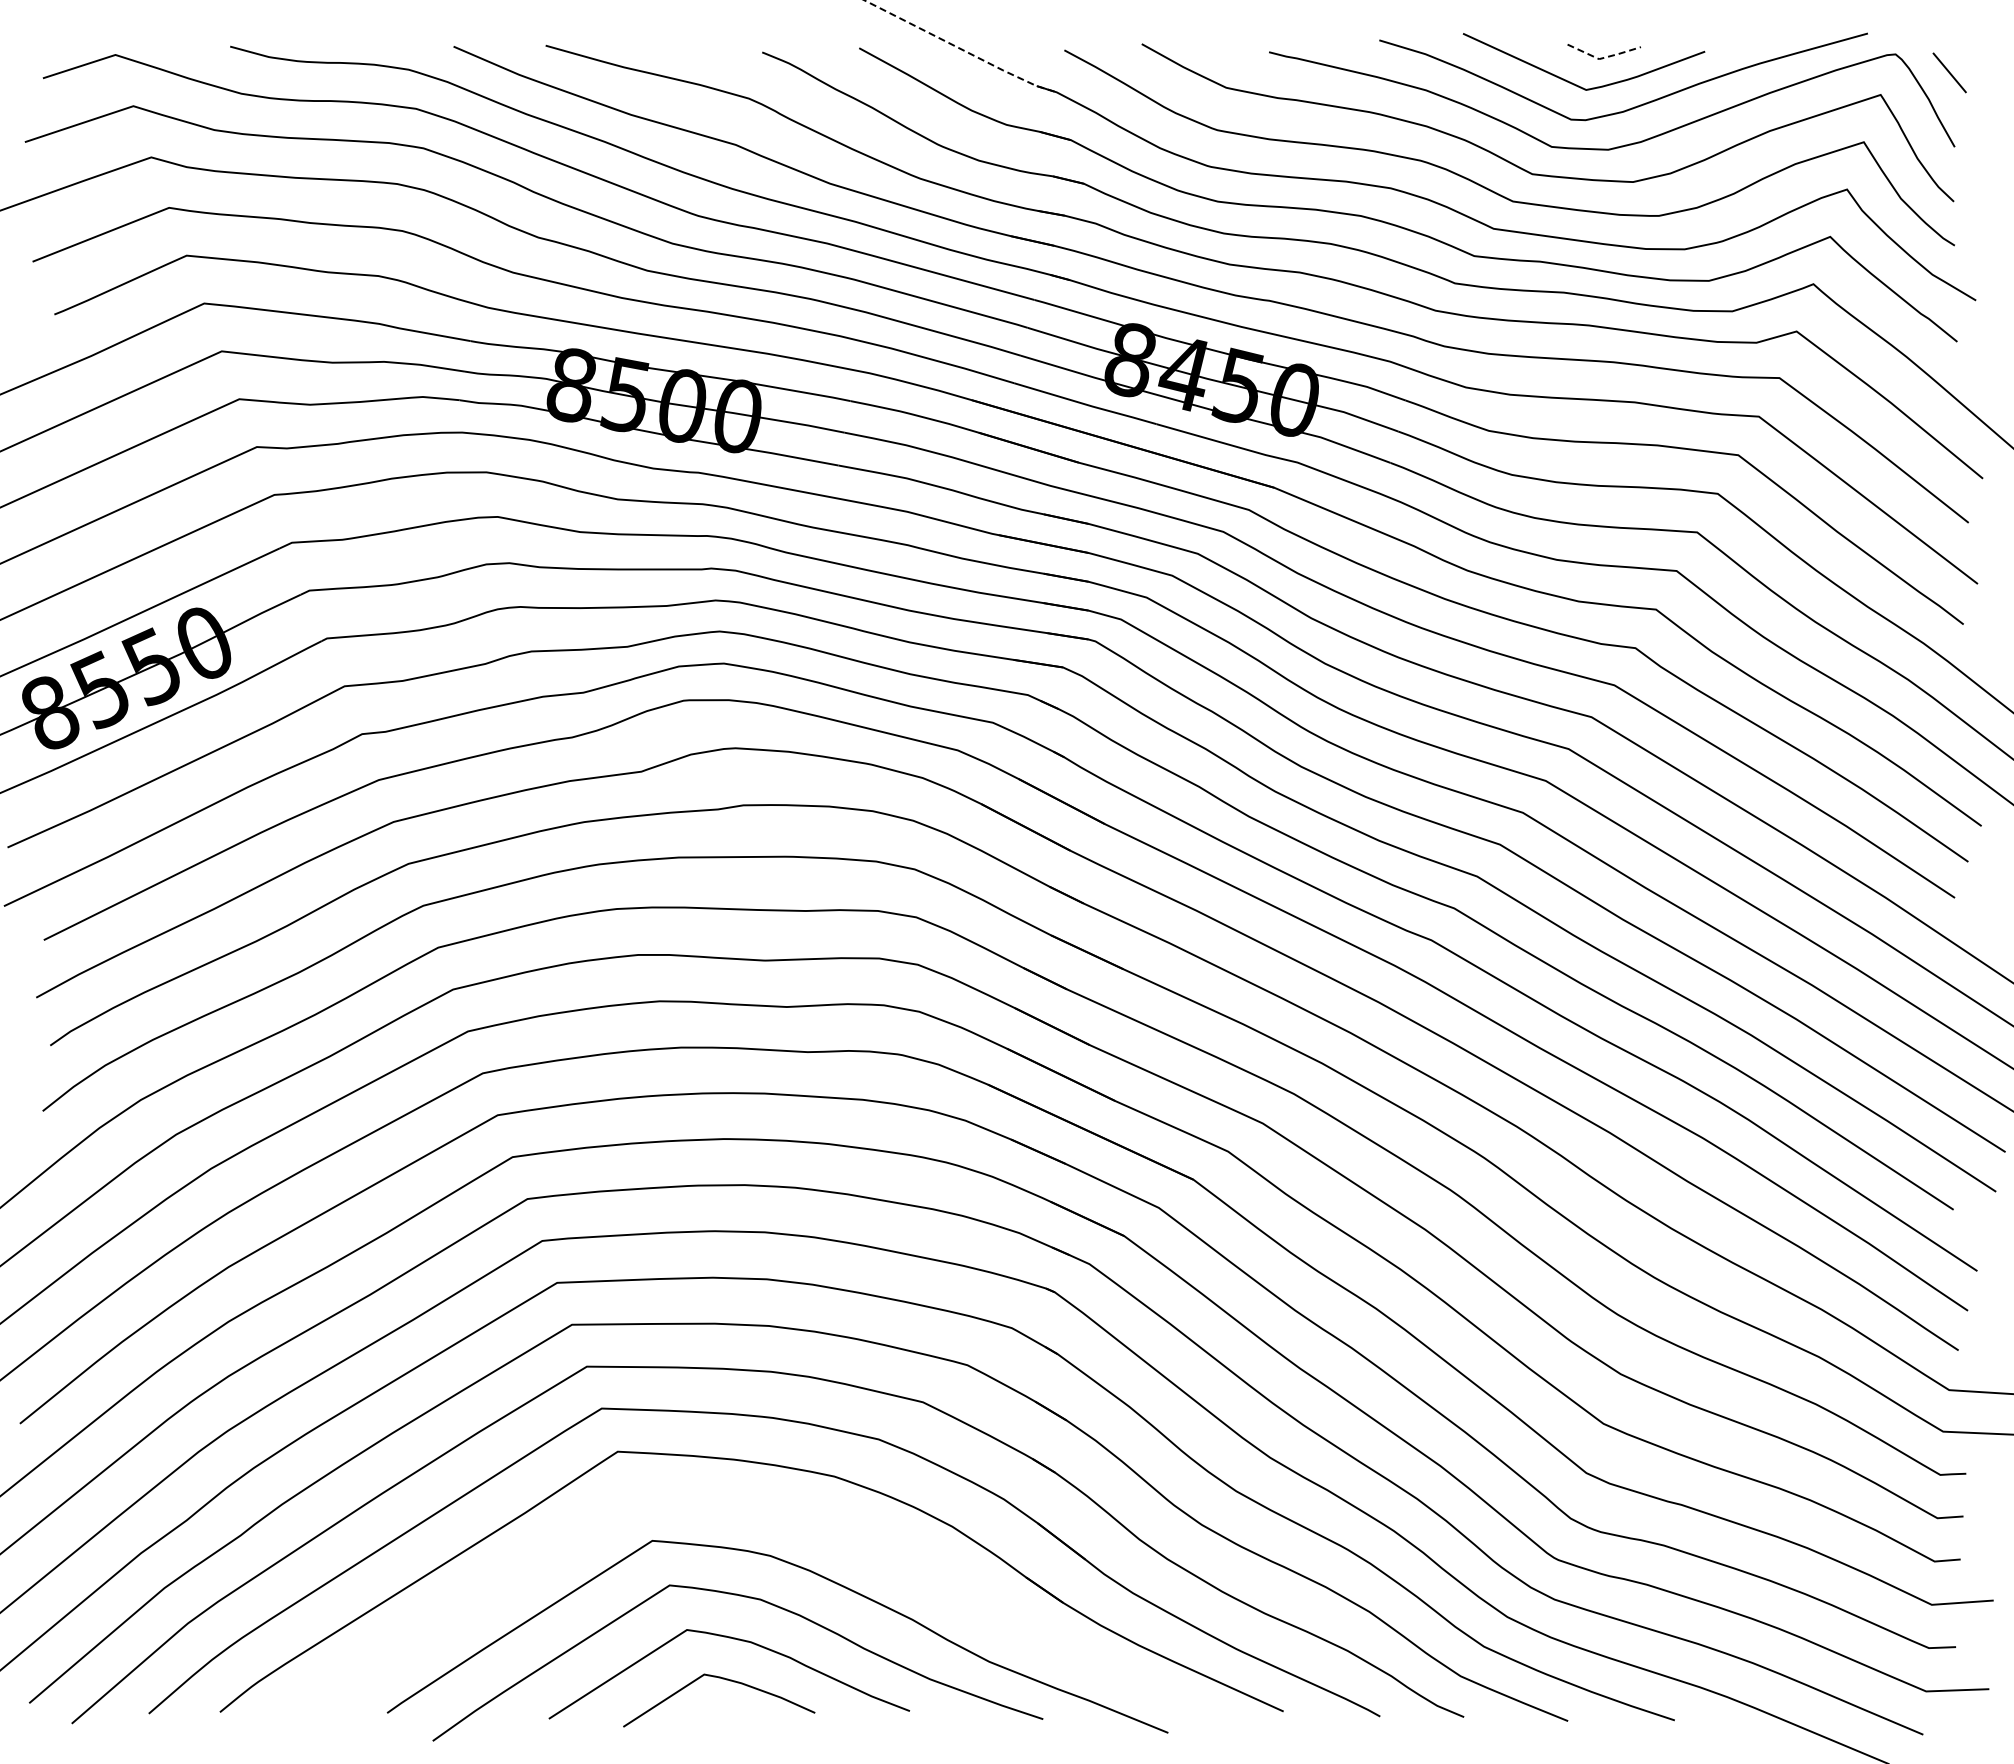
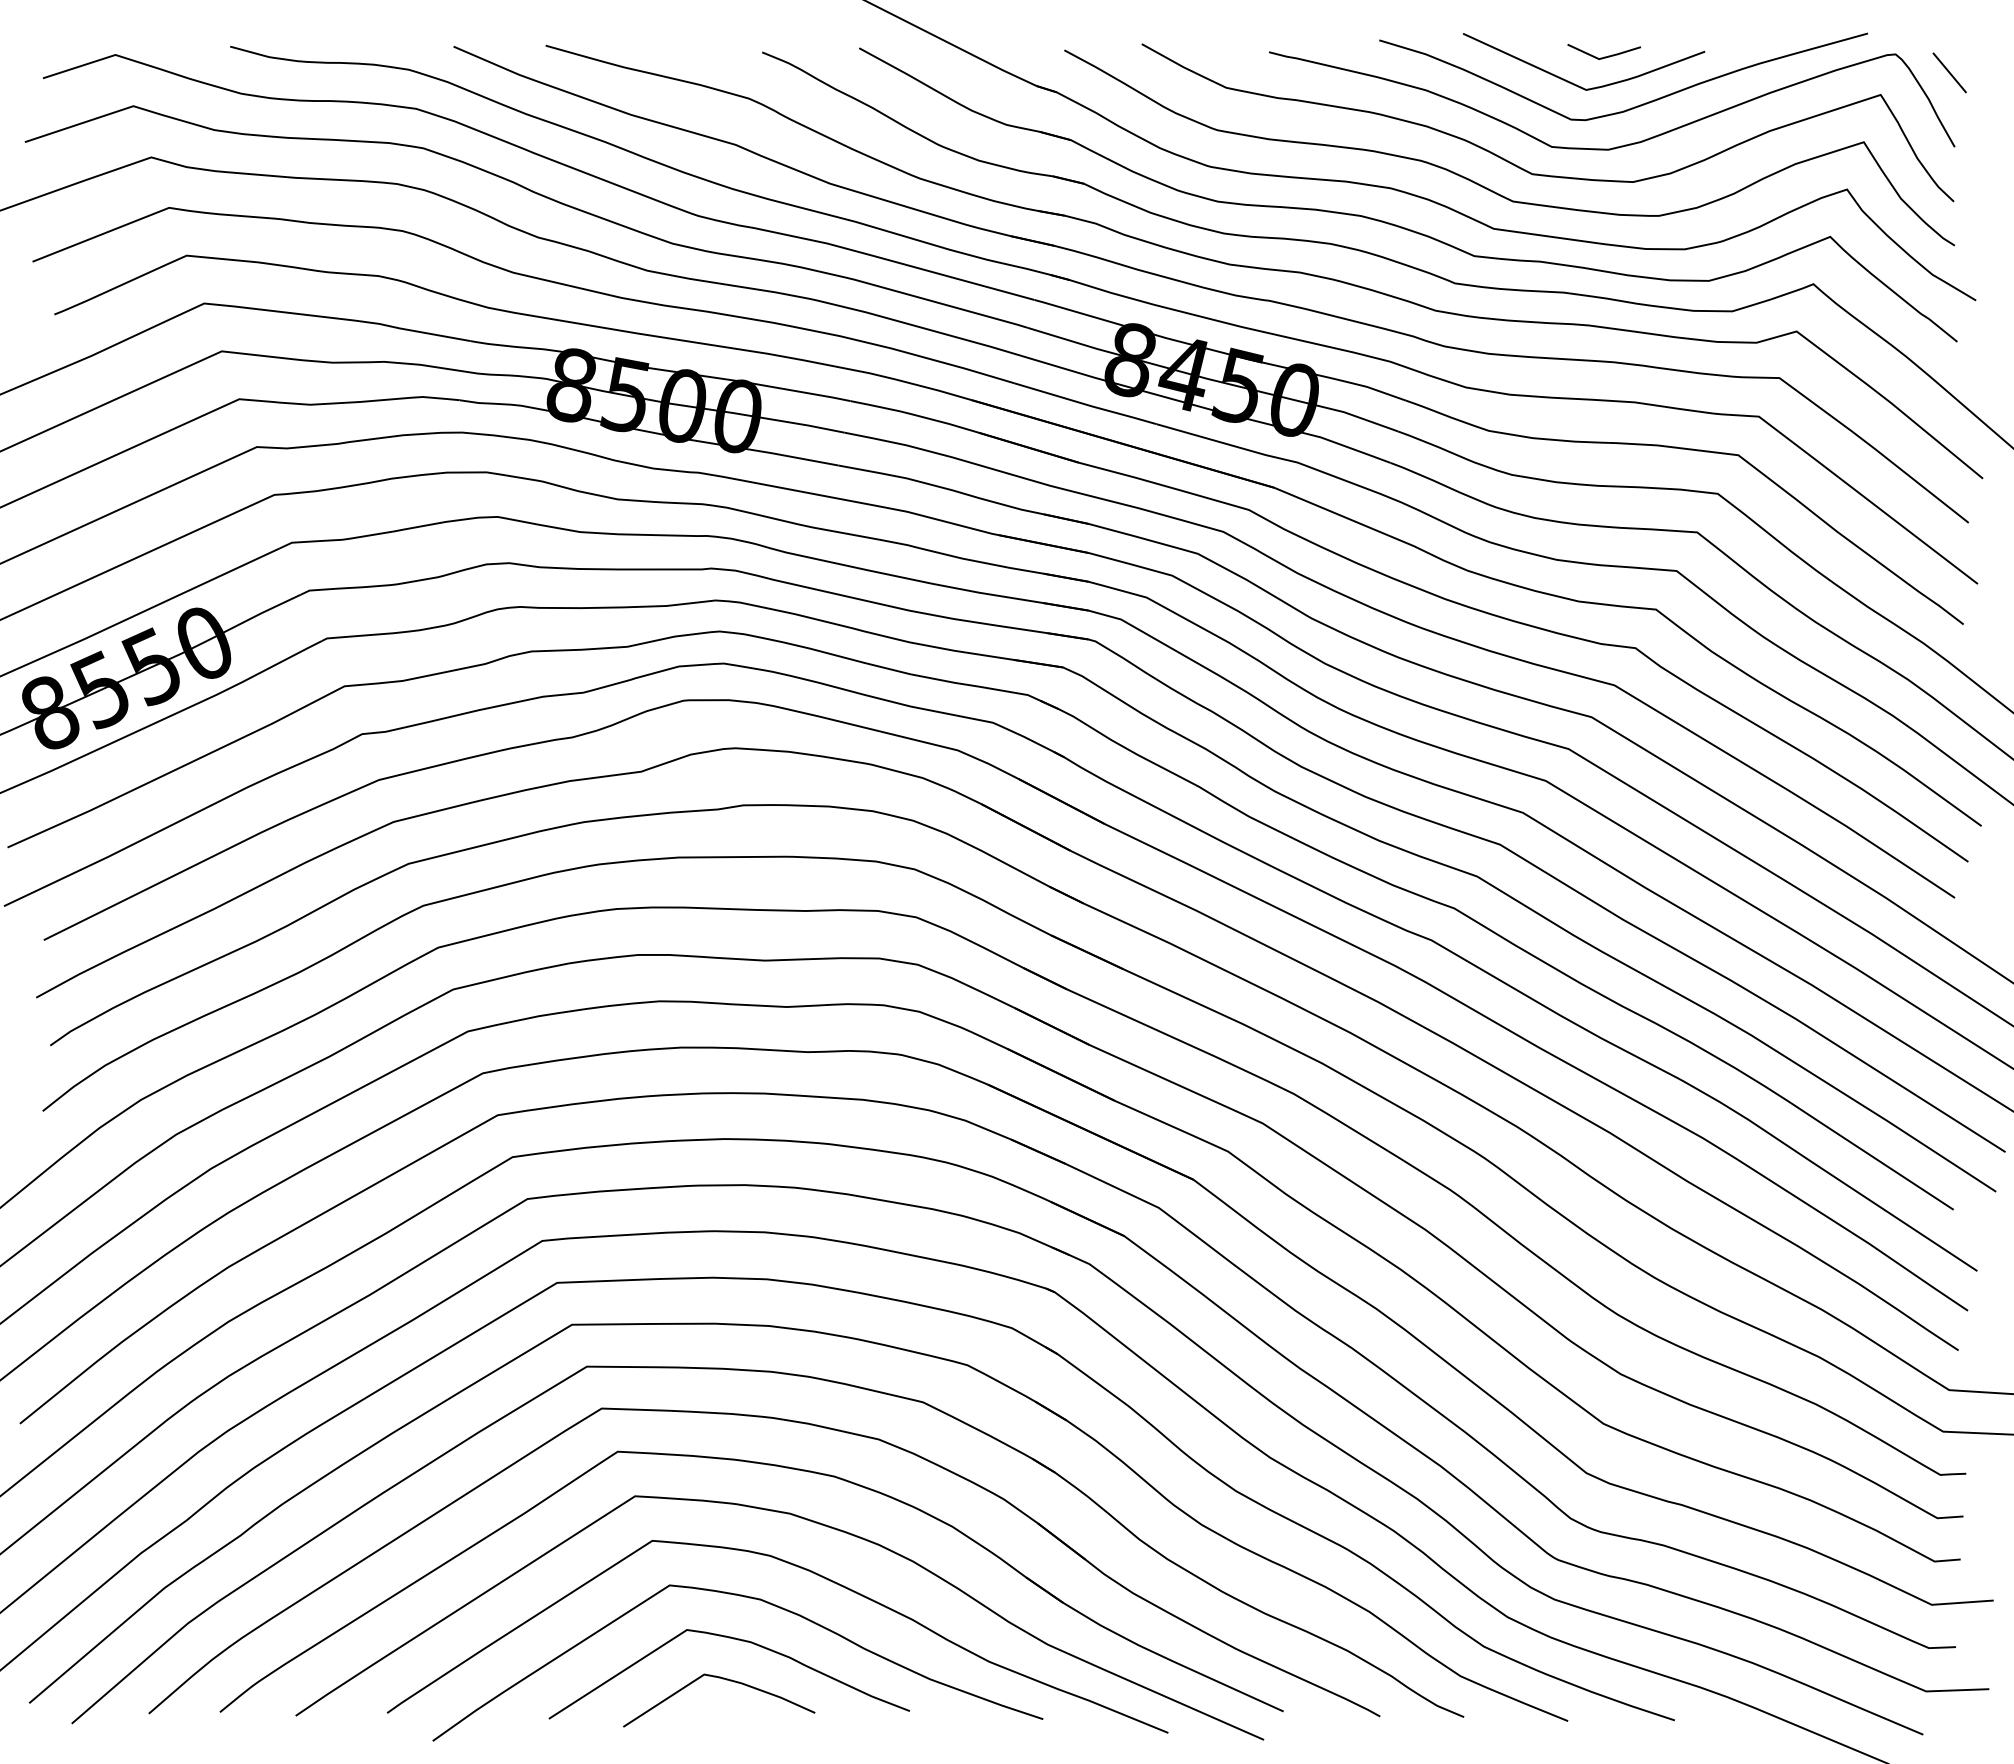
line at (961, 49): dashed -> solid
line at (1603, 57): dashed -> solid
curve at (812, 1522): none -> present
